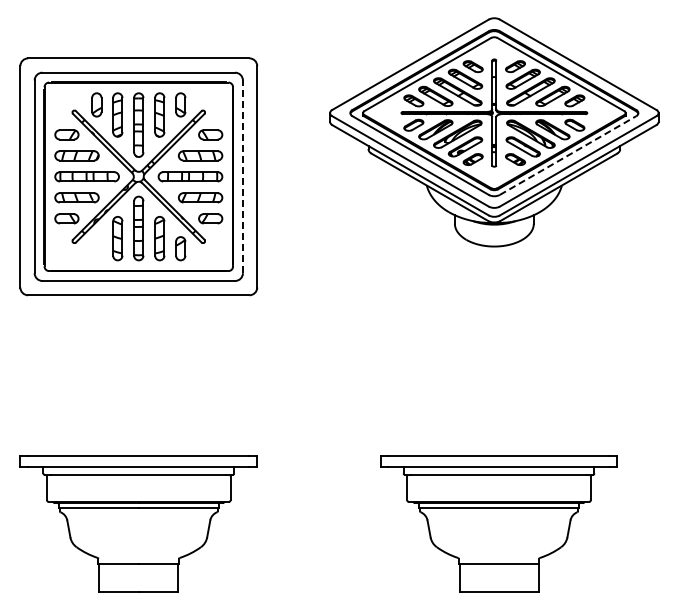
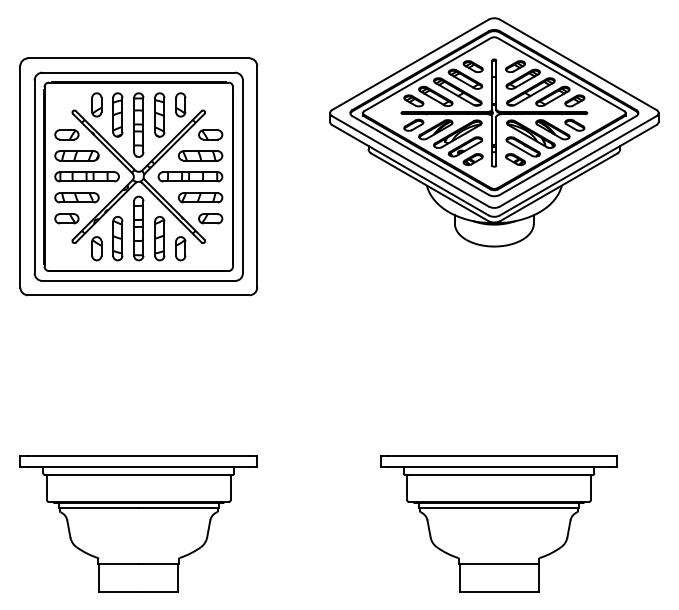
line at (567, 155): dashed -> solid
line at (242, 176): dashed -> solid
part at (96, 248): none -> present
